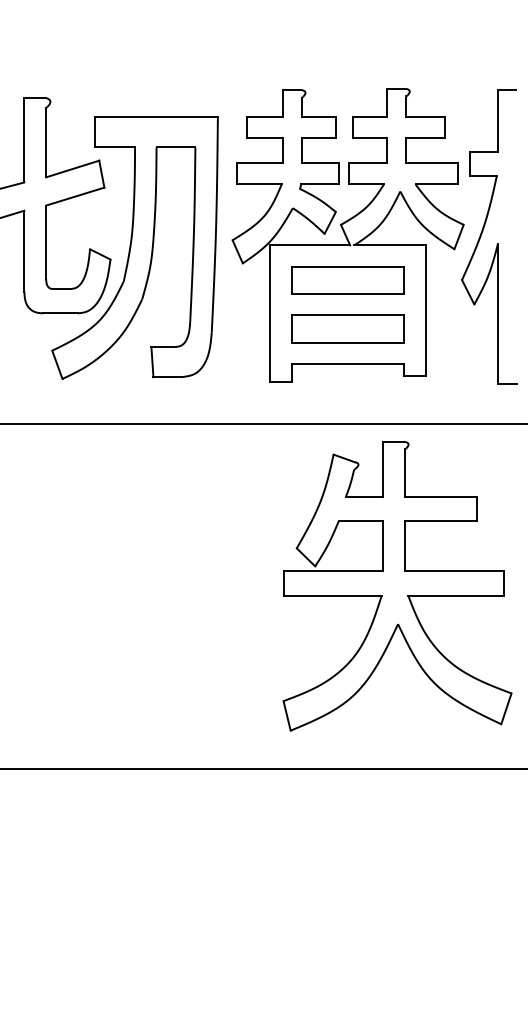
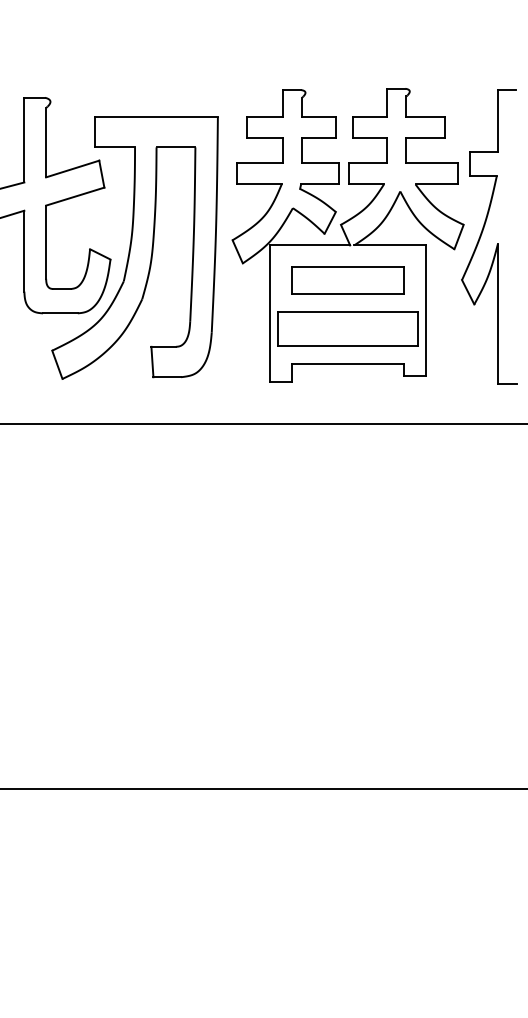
part at (347, 328) size: 114x30 px -> 142x36 px
part at (397, 586): present -> none
line at (263, 768) position: (263, 768) -> (263, 788)
